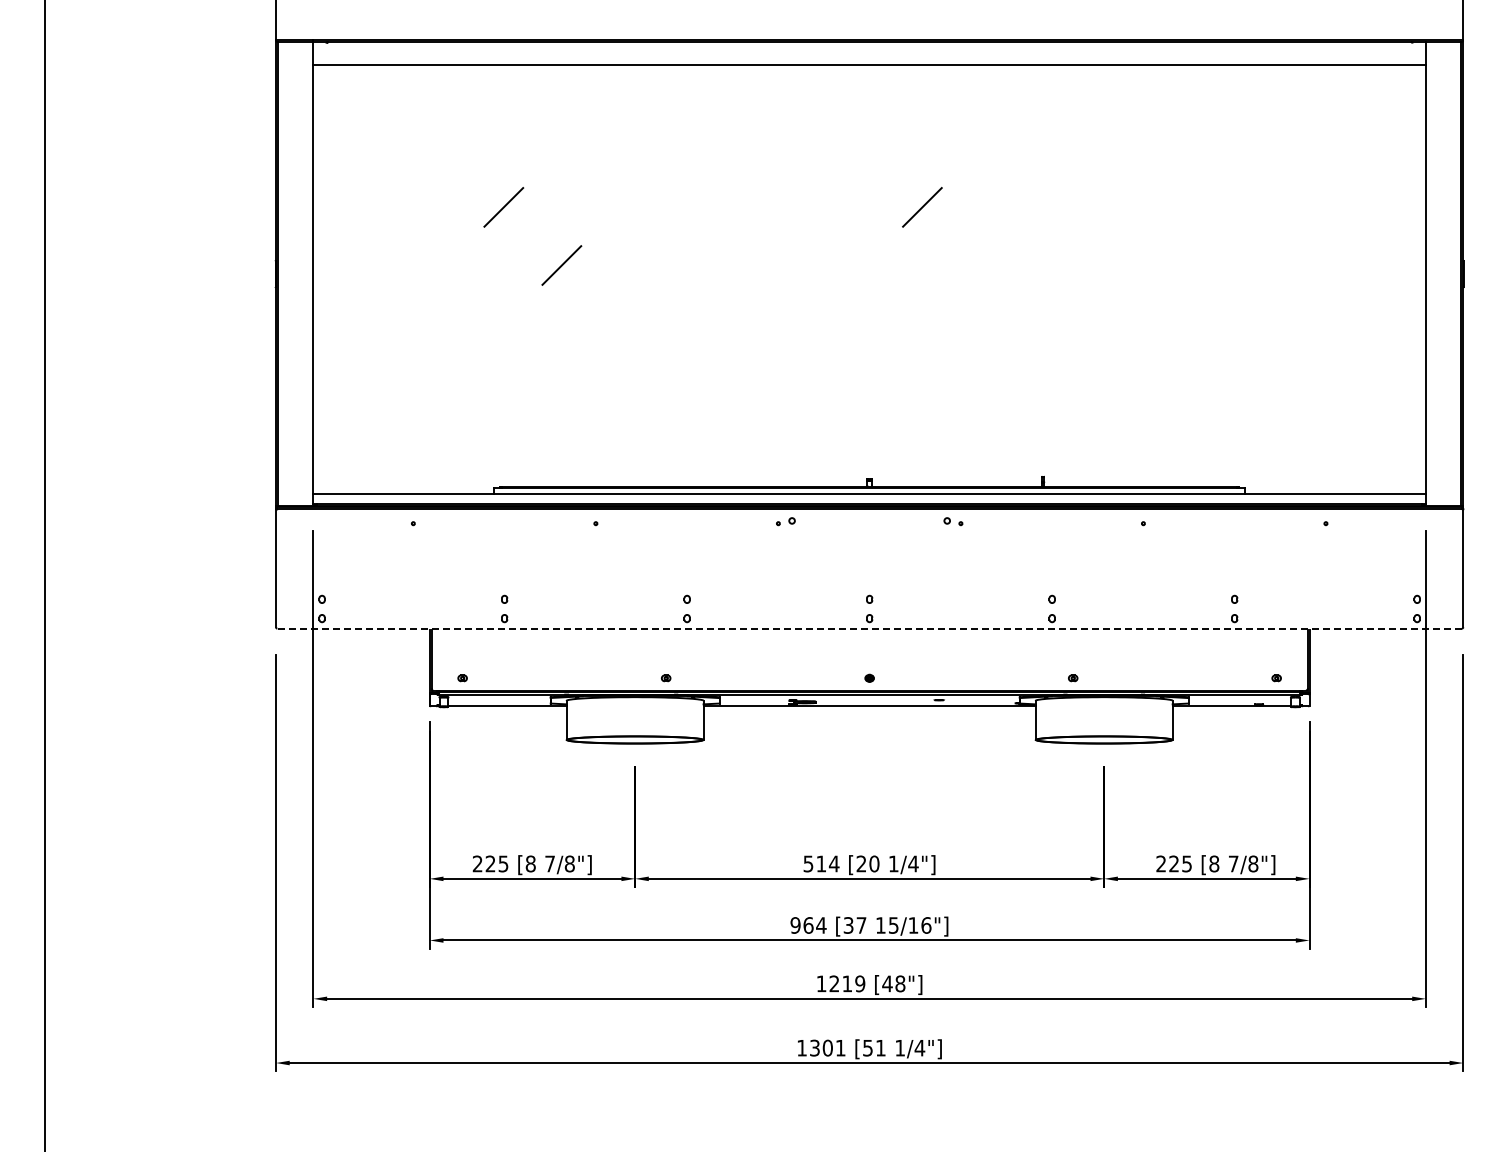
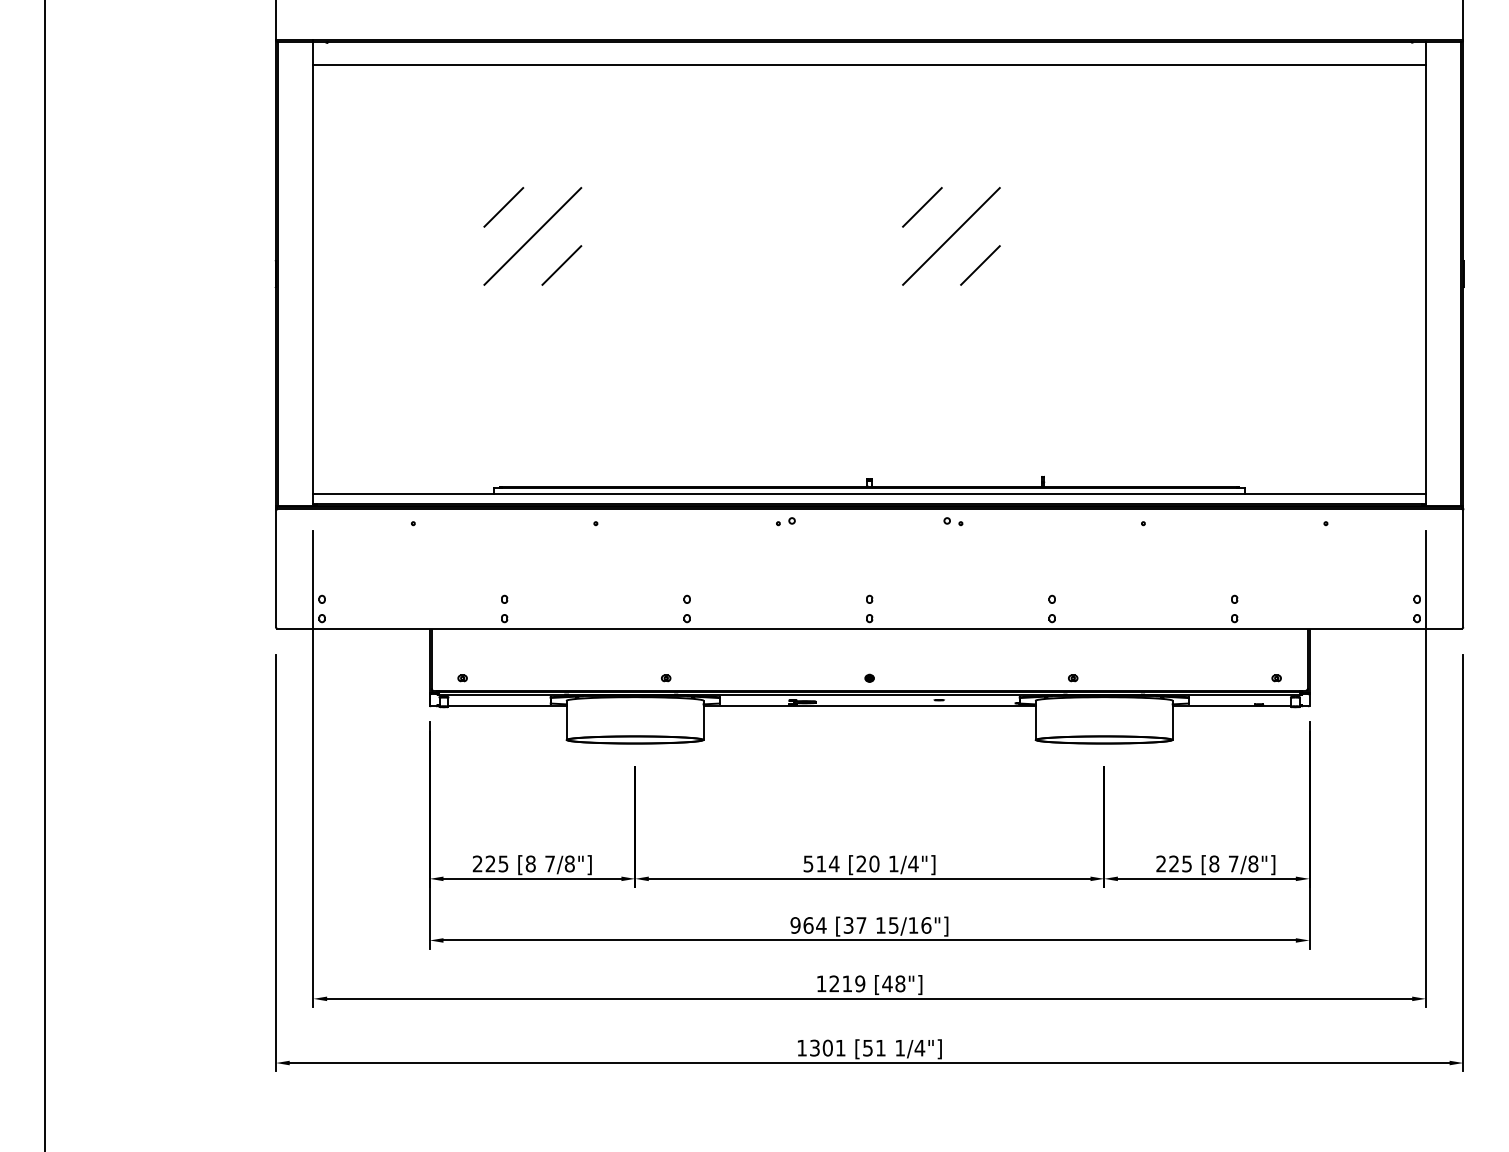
line at (532, 236): none -> present
line at (951, 236): none -> present
line at (980, 265): none -> present
line at (869, 628): dashed -> solid
